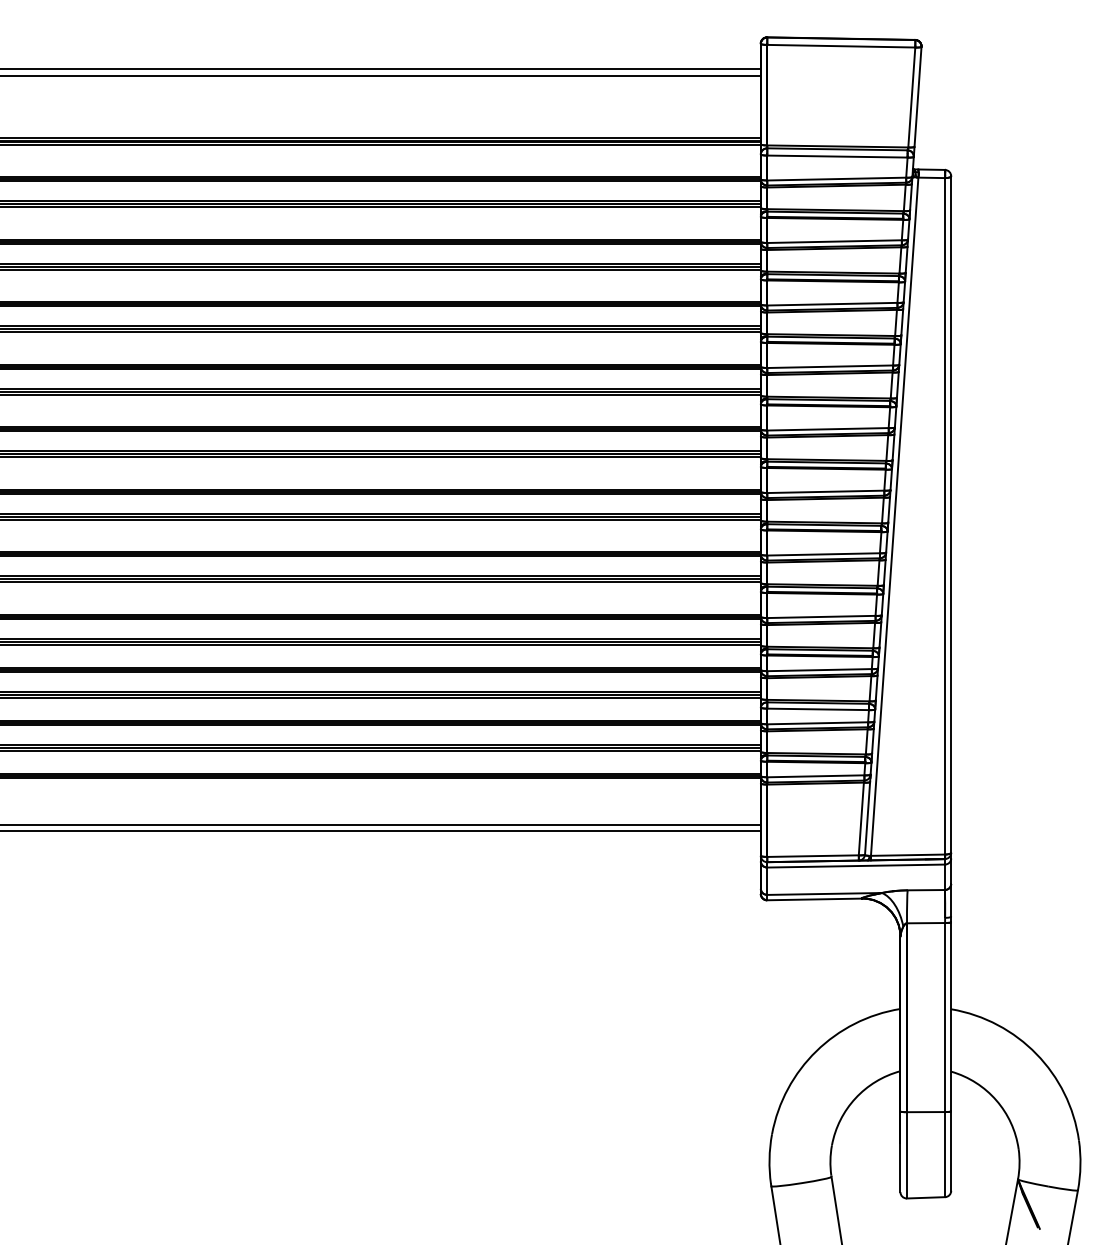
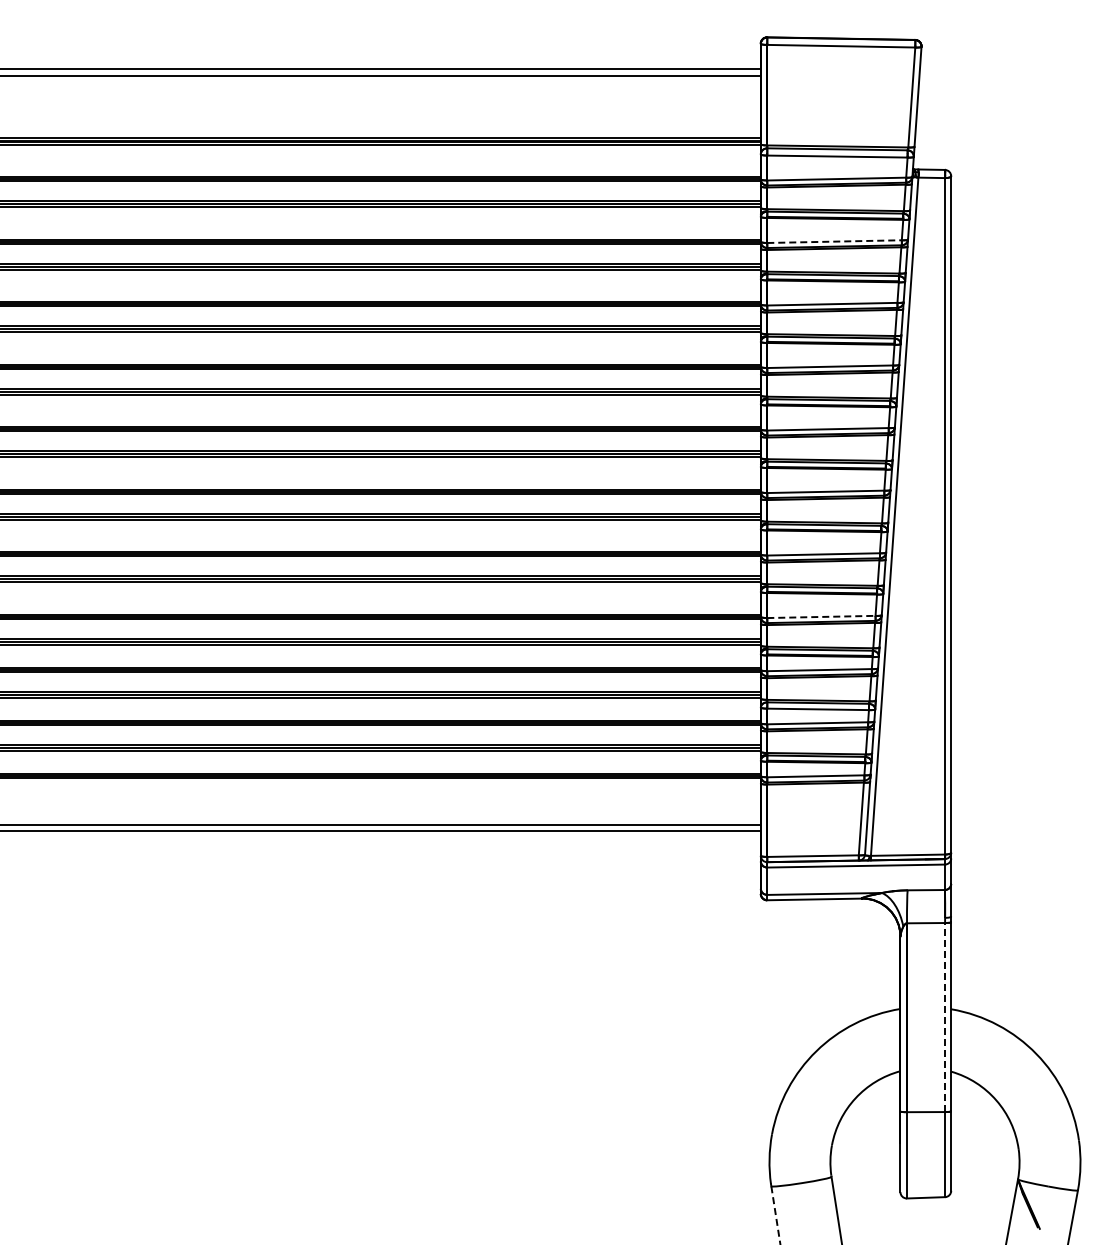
line at (835, 241): solid -> dashed
line at (821, 616): solid -> dashed
line at (945, 1017): solid -> dashed
line at (775, 1215): solid -> dashed
